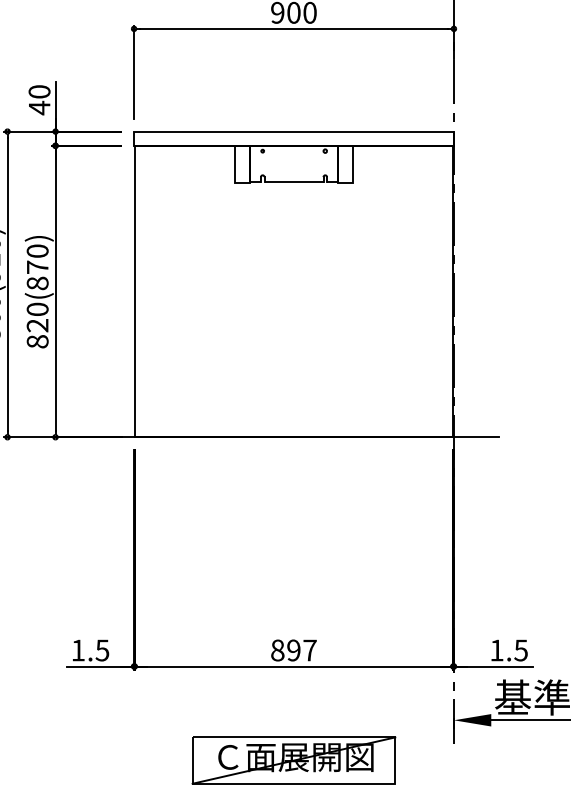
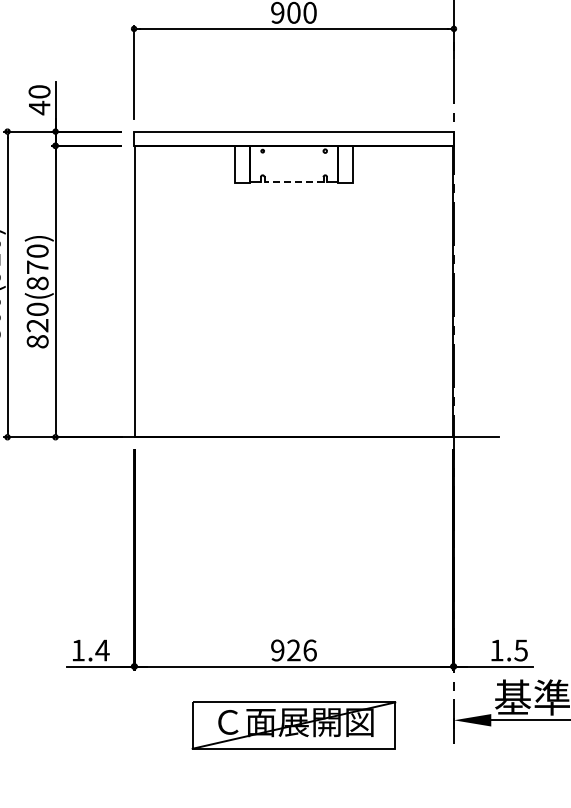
line at (293, 182): solid -> dashed
text at (102, 650): 1.5 -> 1.4
text at (293, 650): 897 -> 926
part at (293, 760) position: (293, 760) -> (293, 725)
